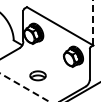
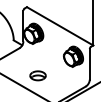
line at (93, 22): dashed -> solid
line at (24, 87): dashed -> solid
